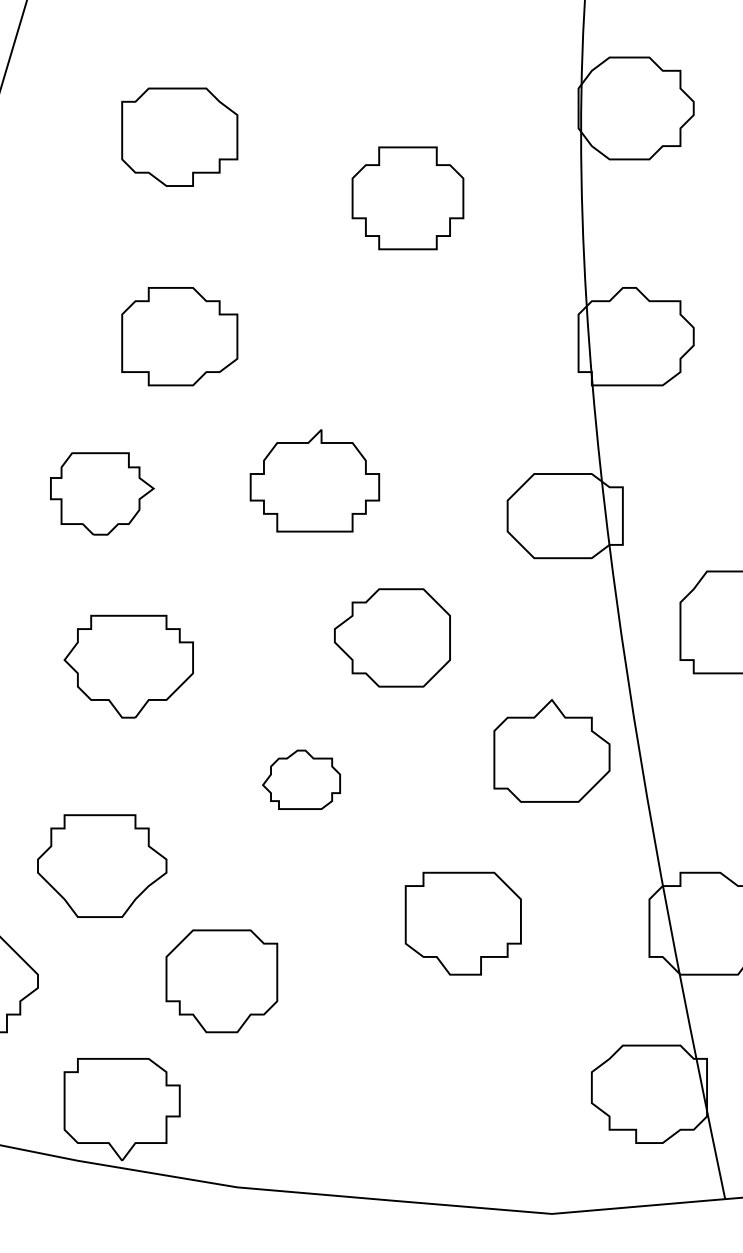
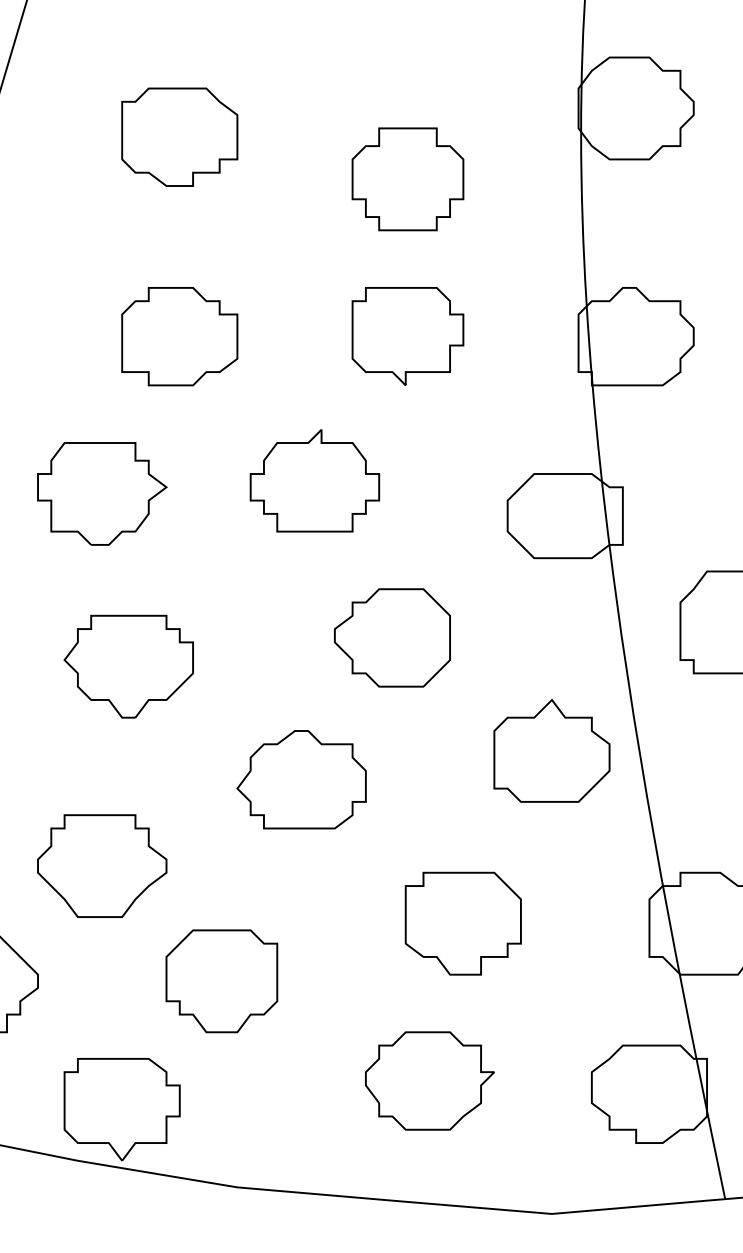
part at (407, 198) position: (407, 198) -> (407, 179)
part at (407, 336): none -> present
part at (102, 493) size: 105x84 px -> 131x104 px
part at (301, 779) size: 79x61 px -> 131x100 px
part at (429, 1080): none -> present
